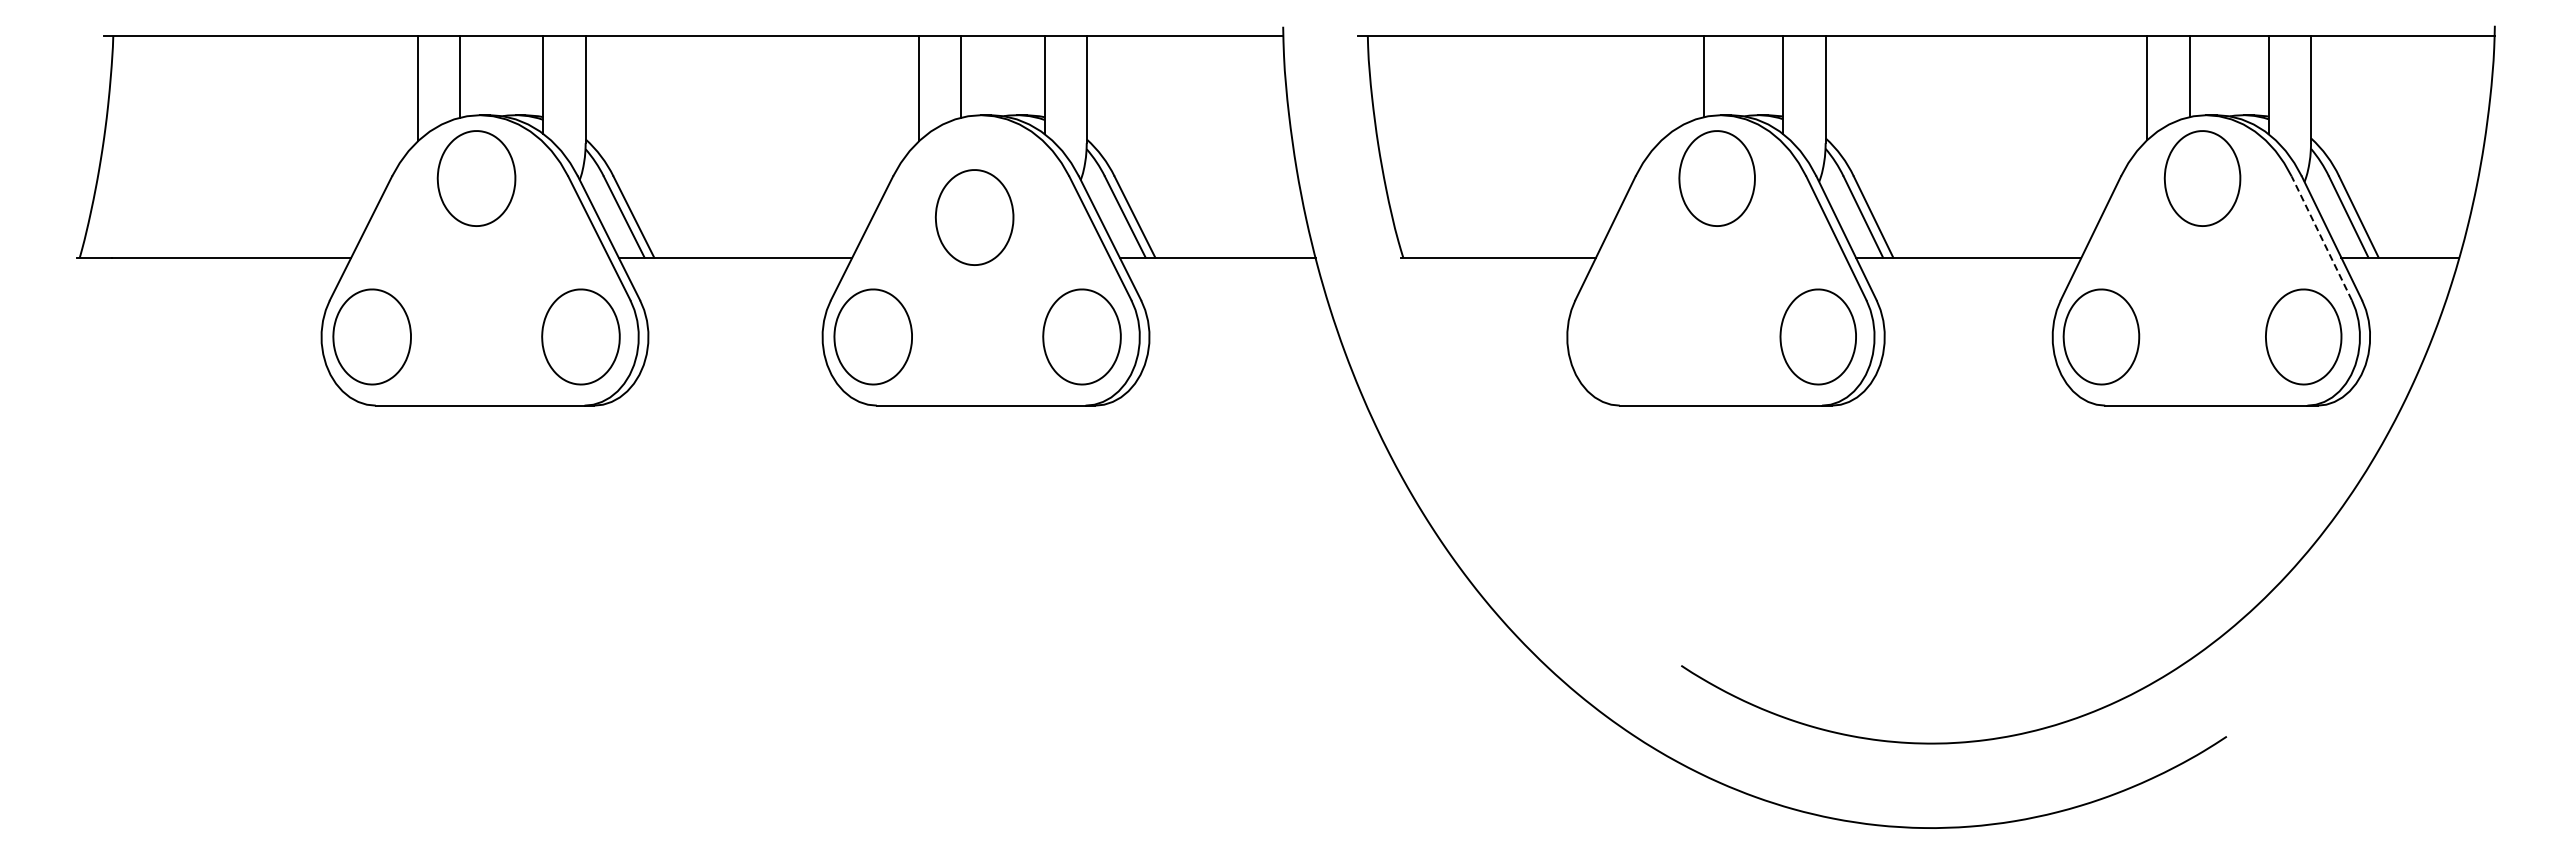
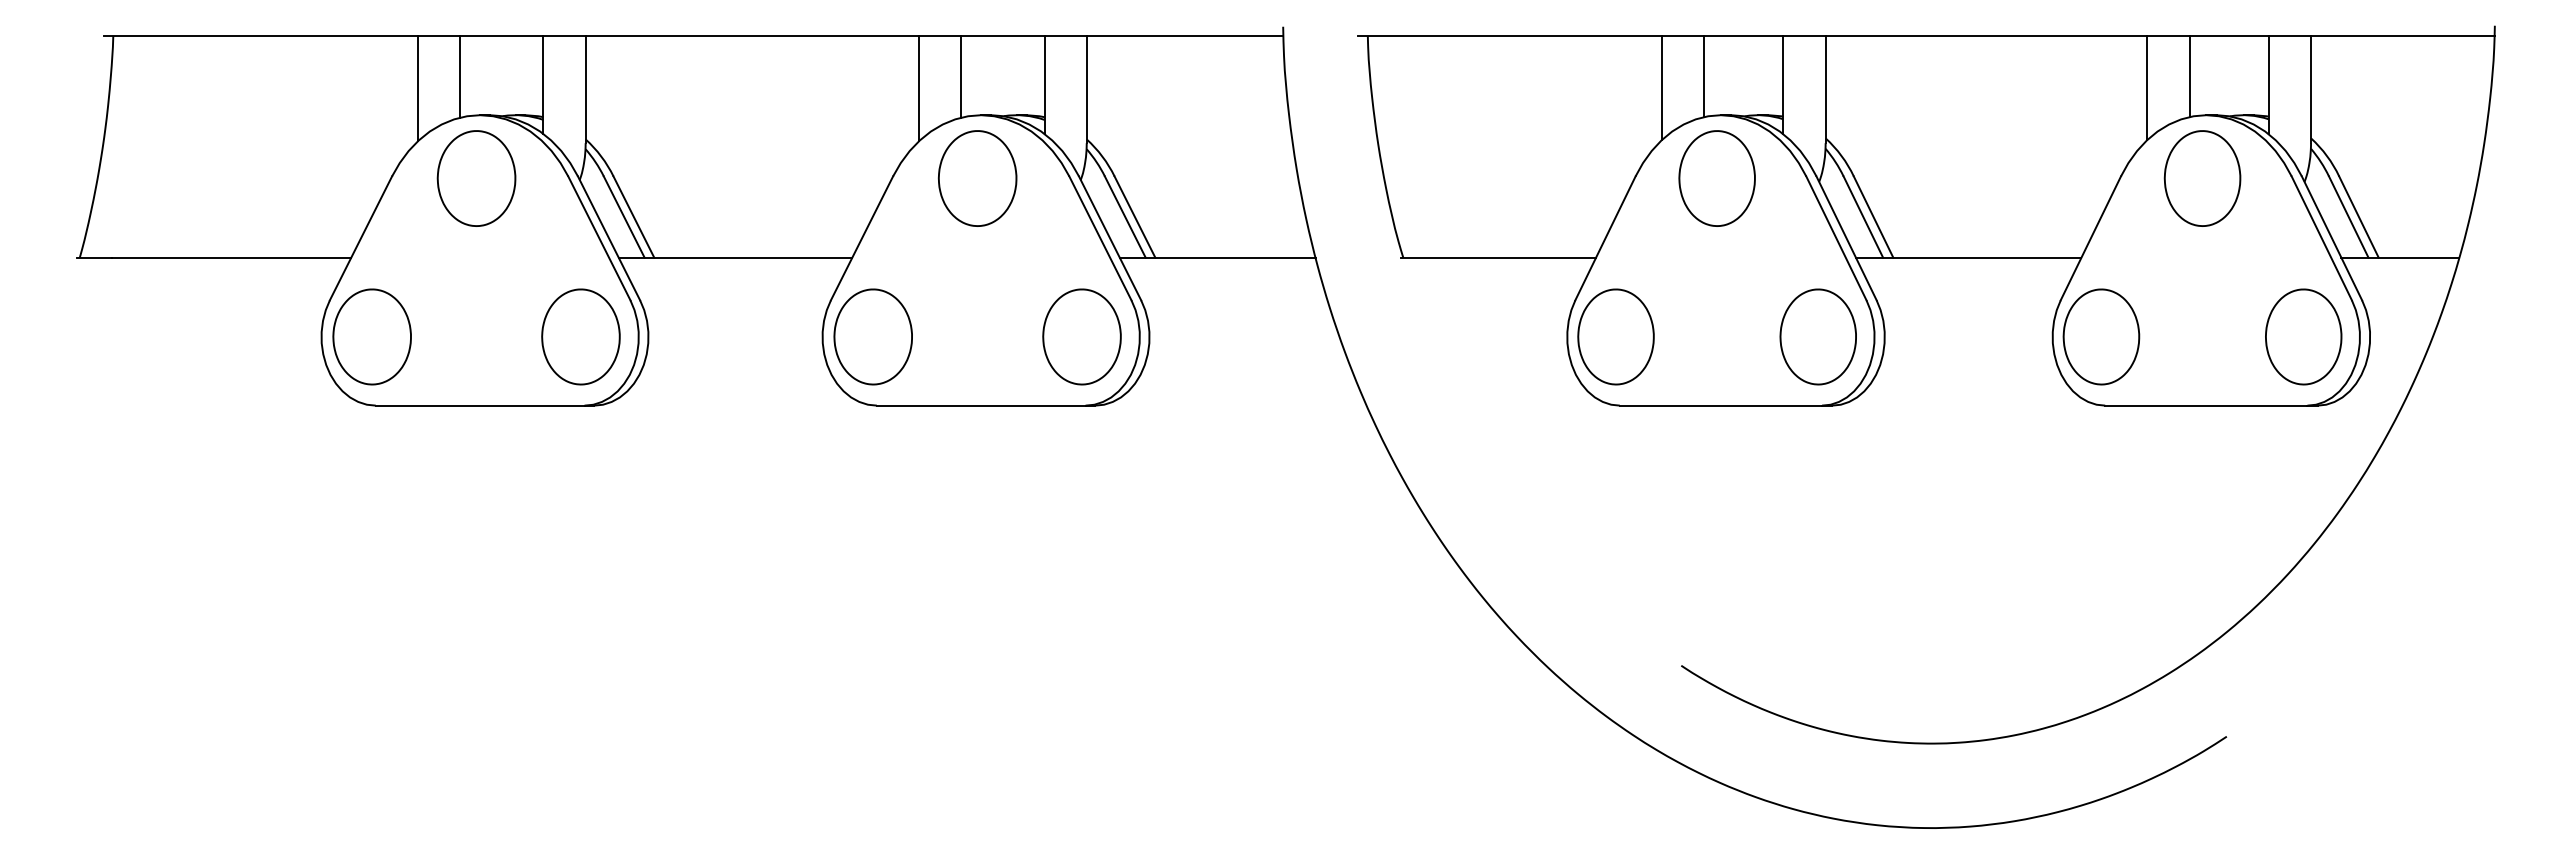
line at (1662, 87): none -> present
part at (974, 217) position: (974, 217) -> (977, 178)
line at (2321, 238): dashed -> solid
part at (1615, 336): none -> present
